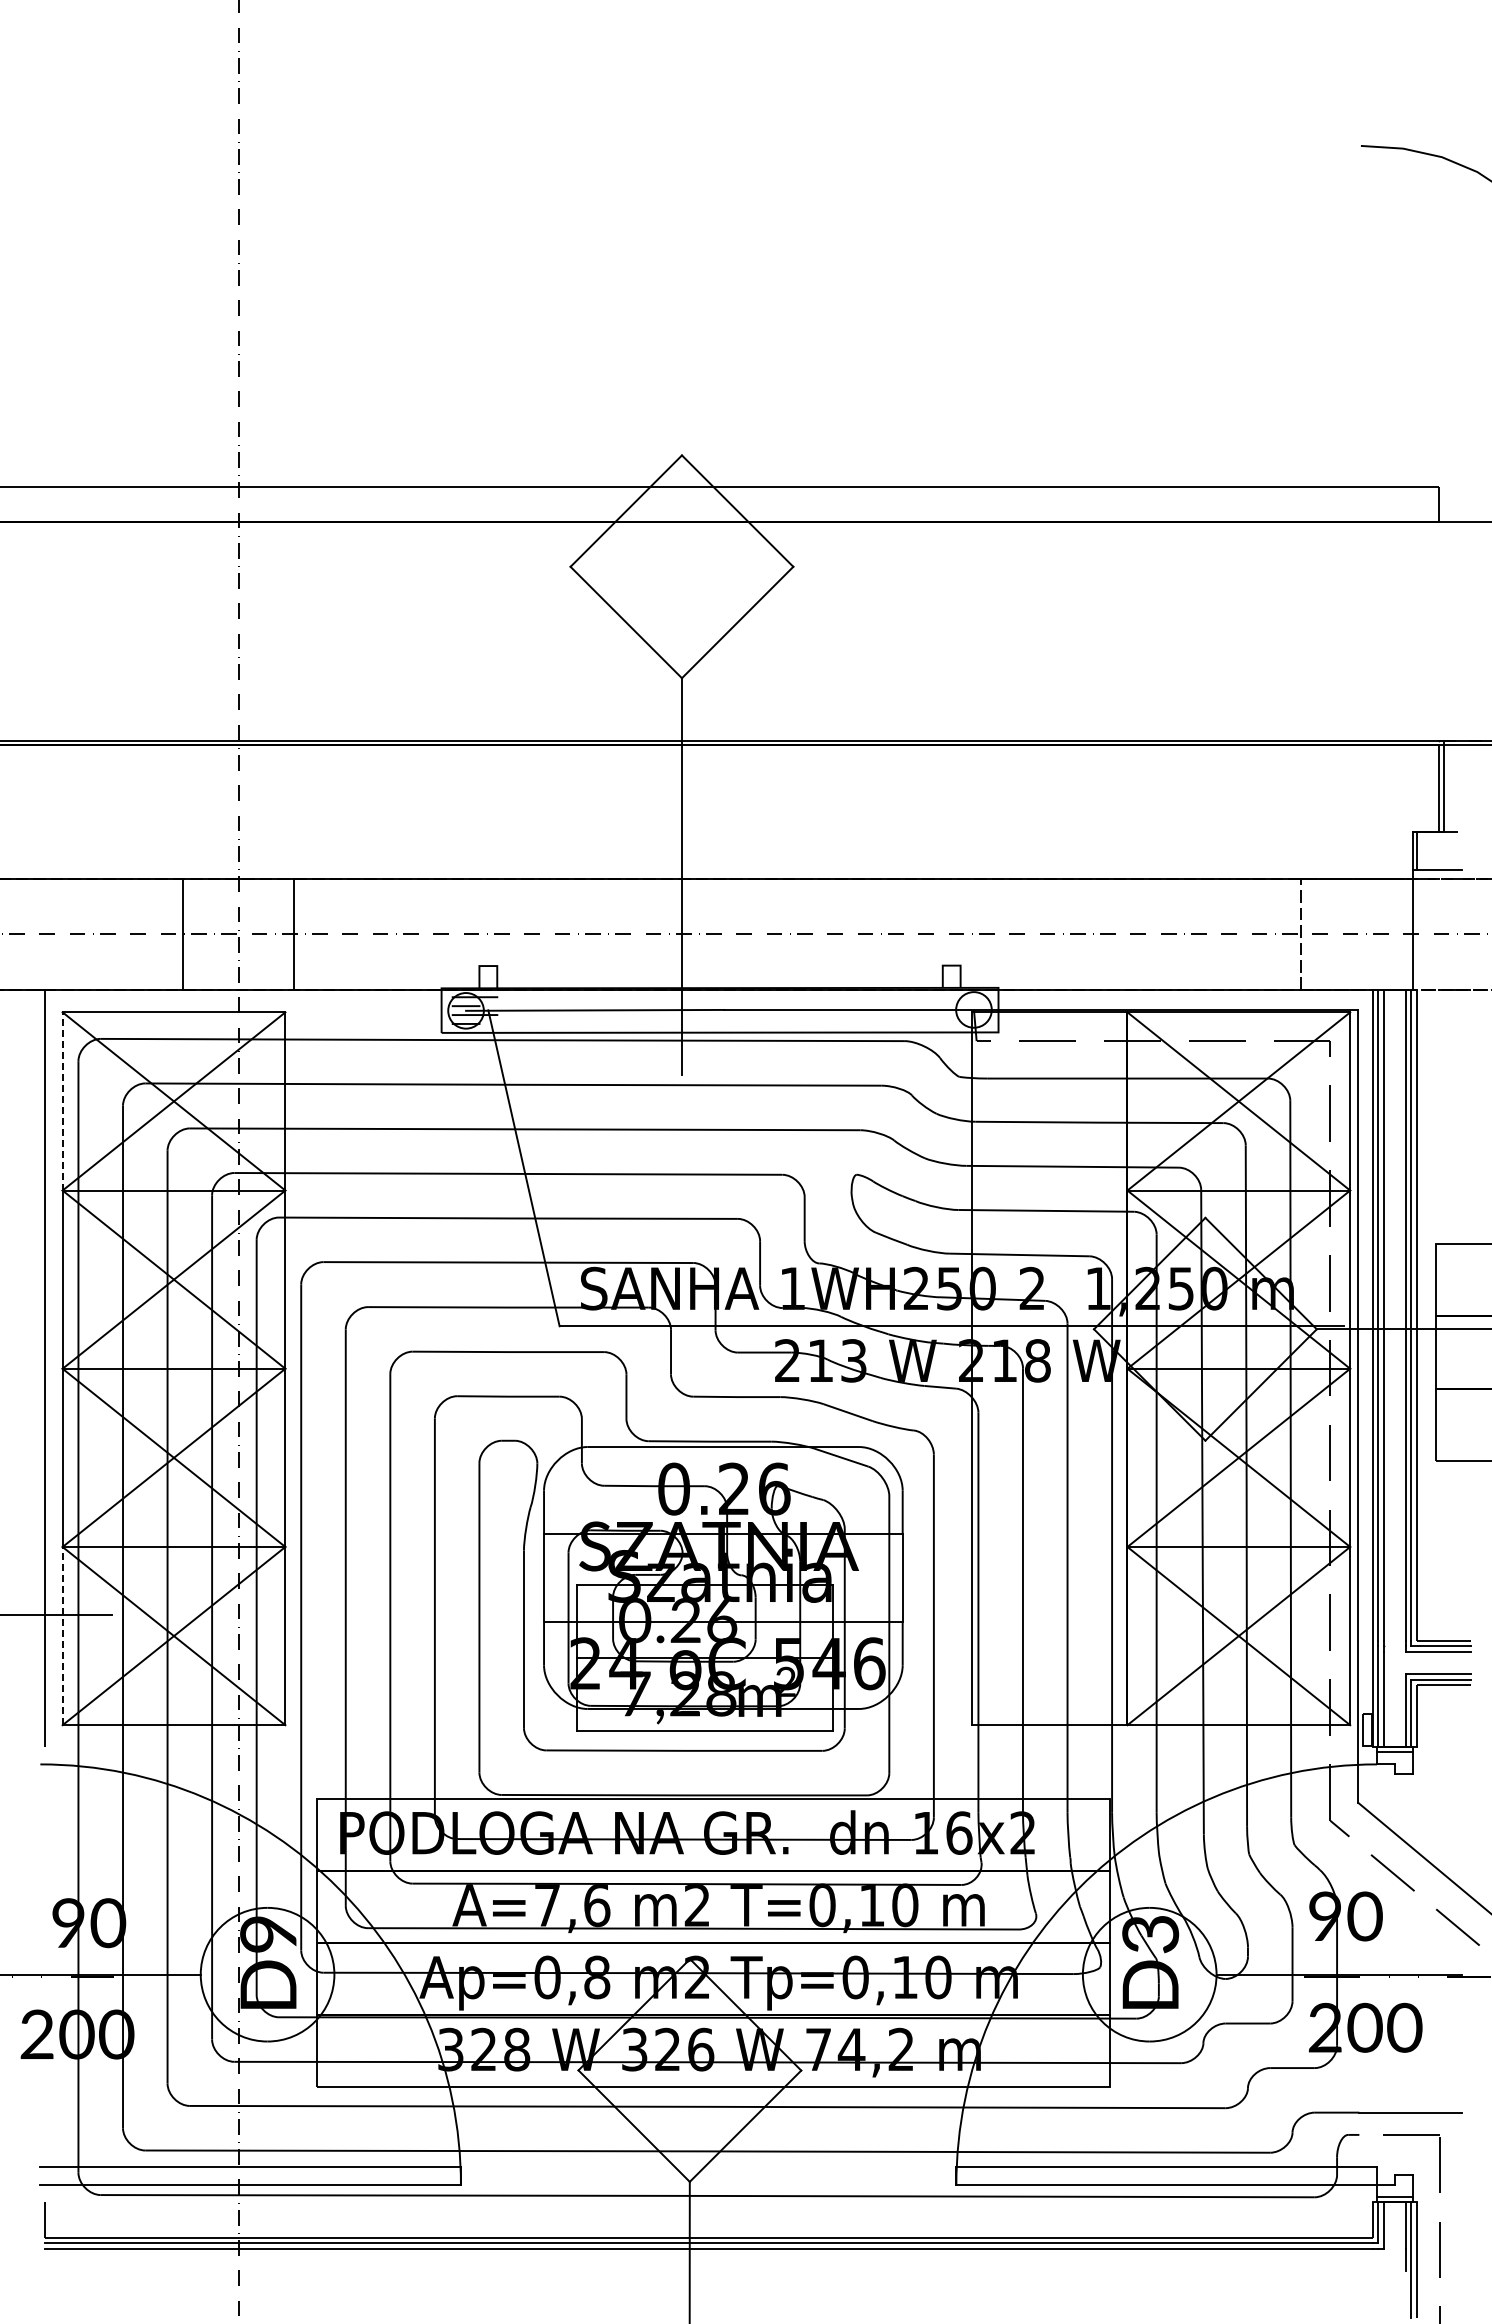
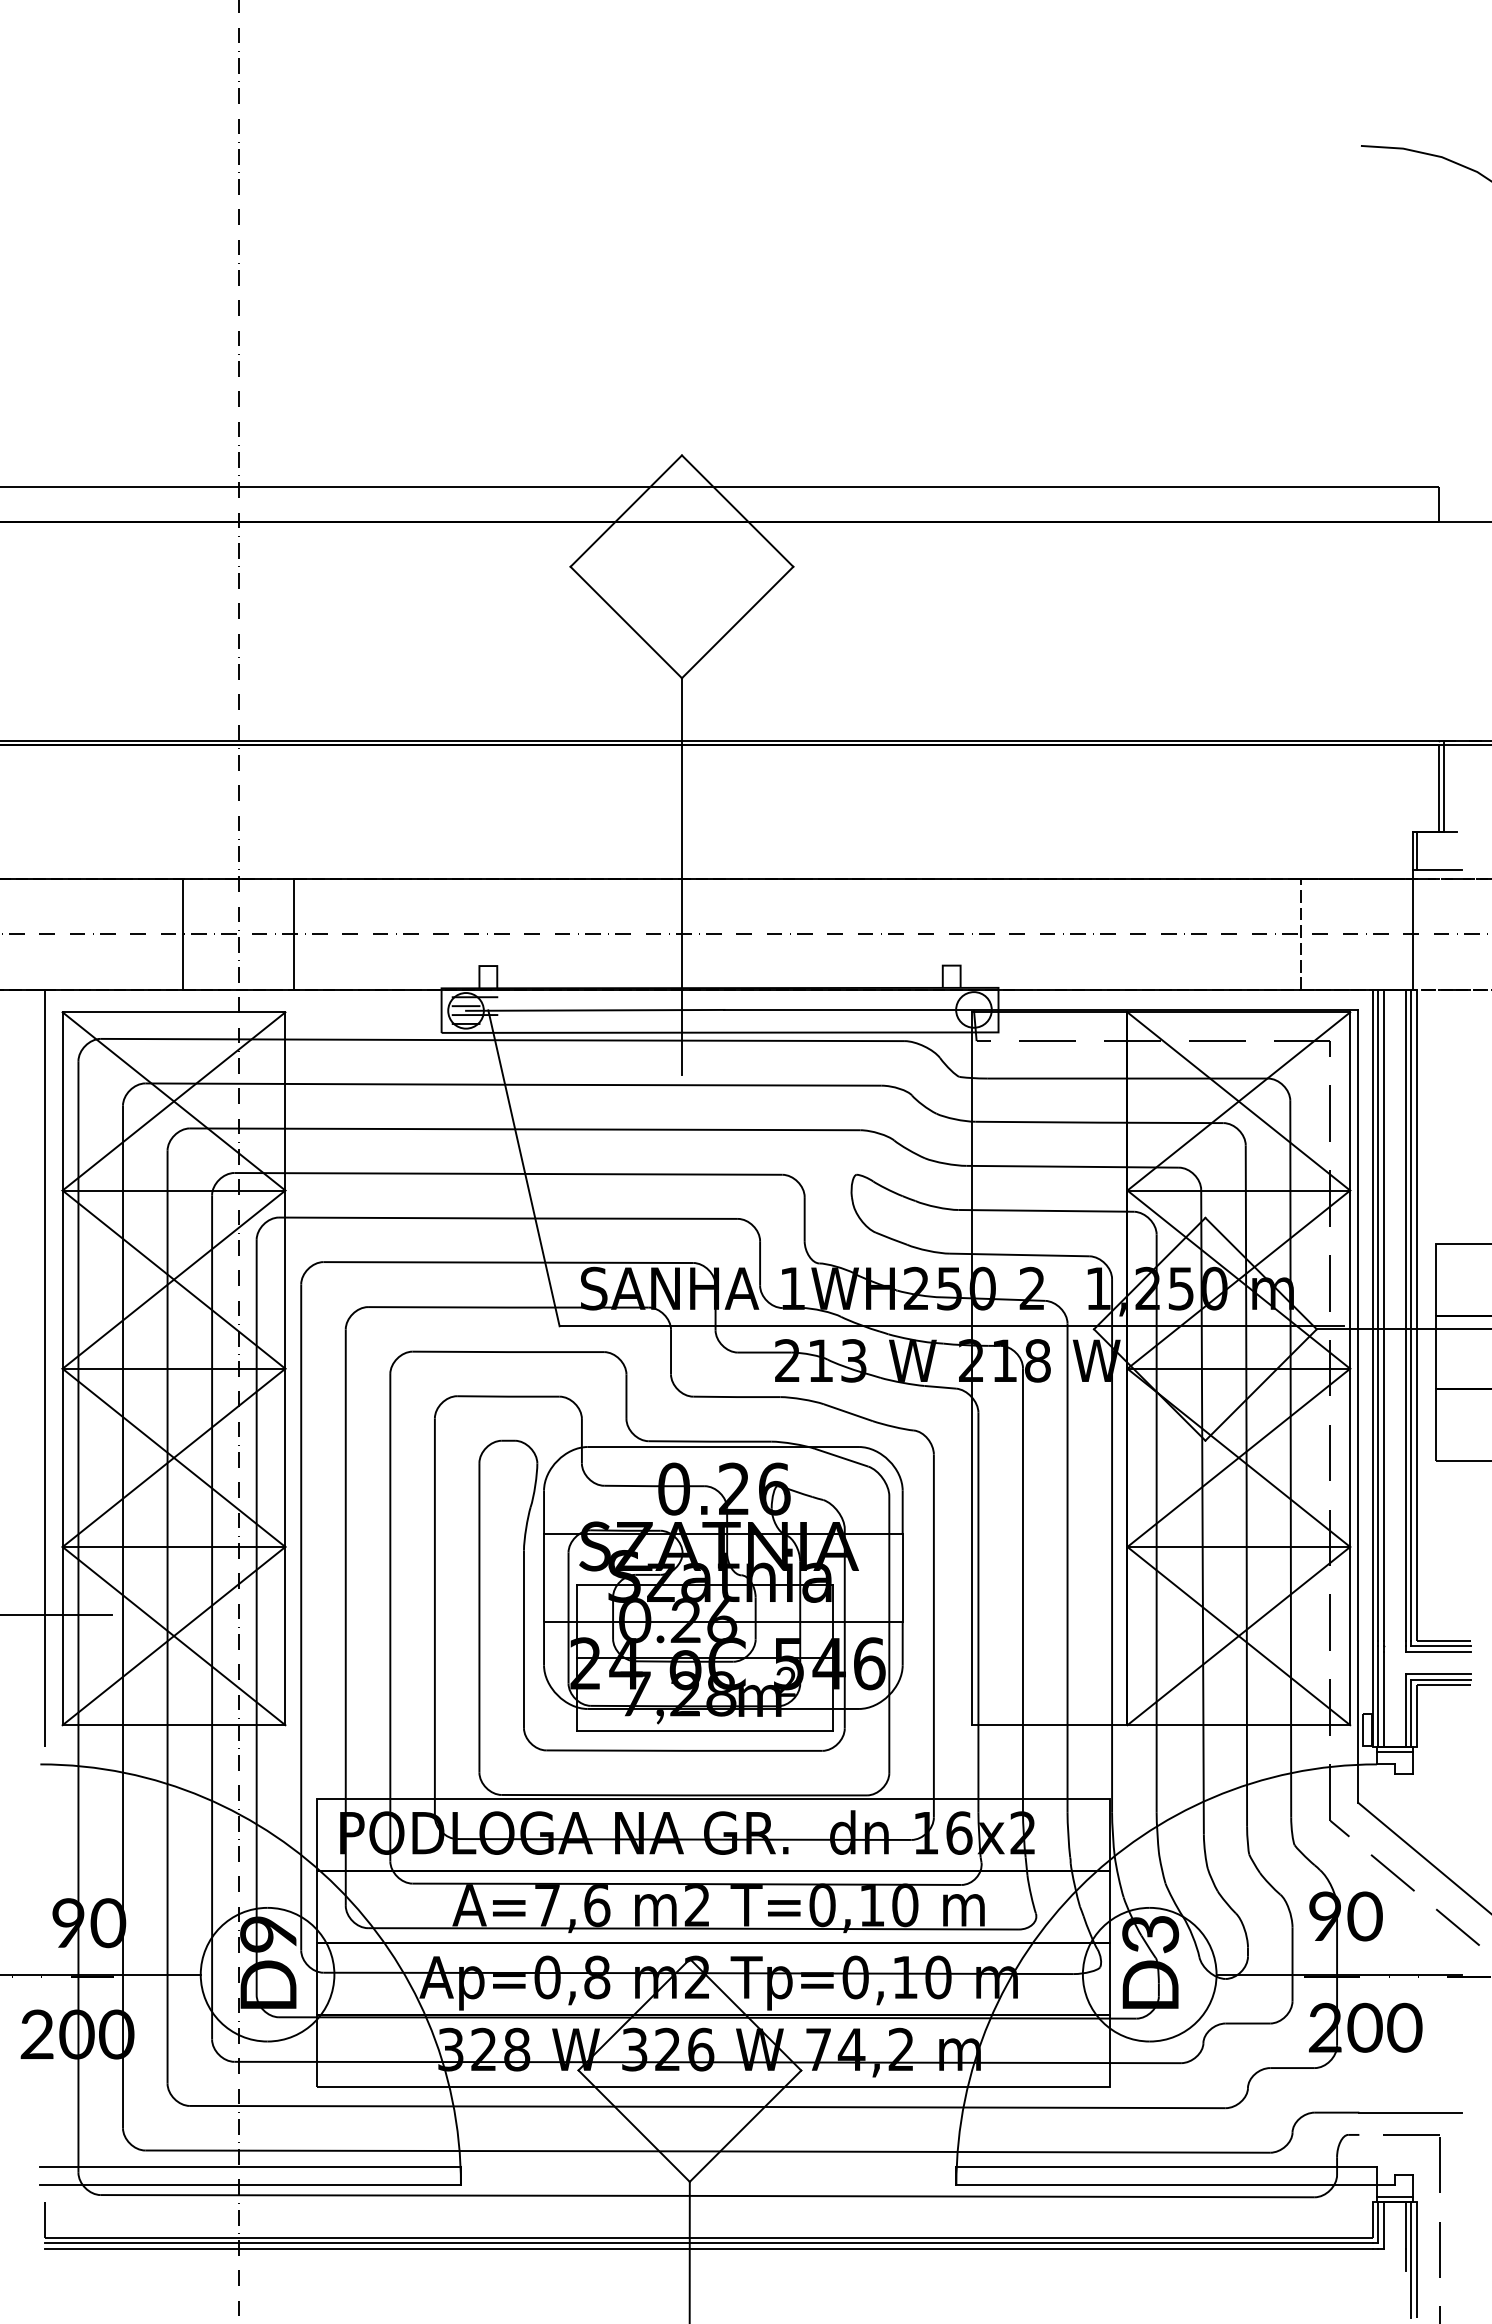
line at (62, 1100): dashed -> solid
line at (62, 1635): dashed -> solid
